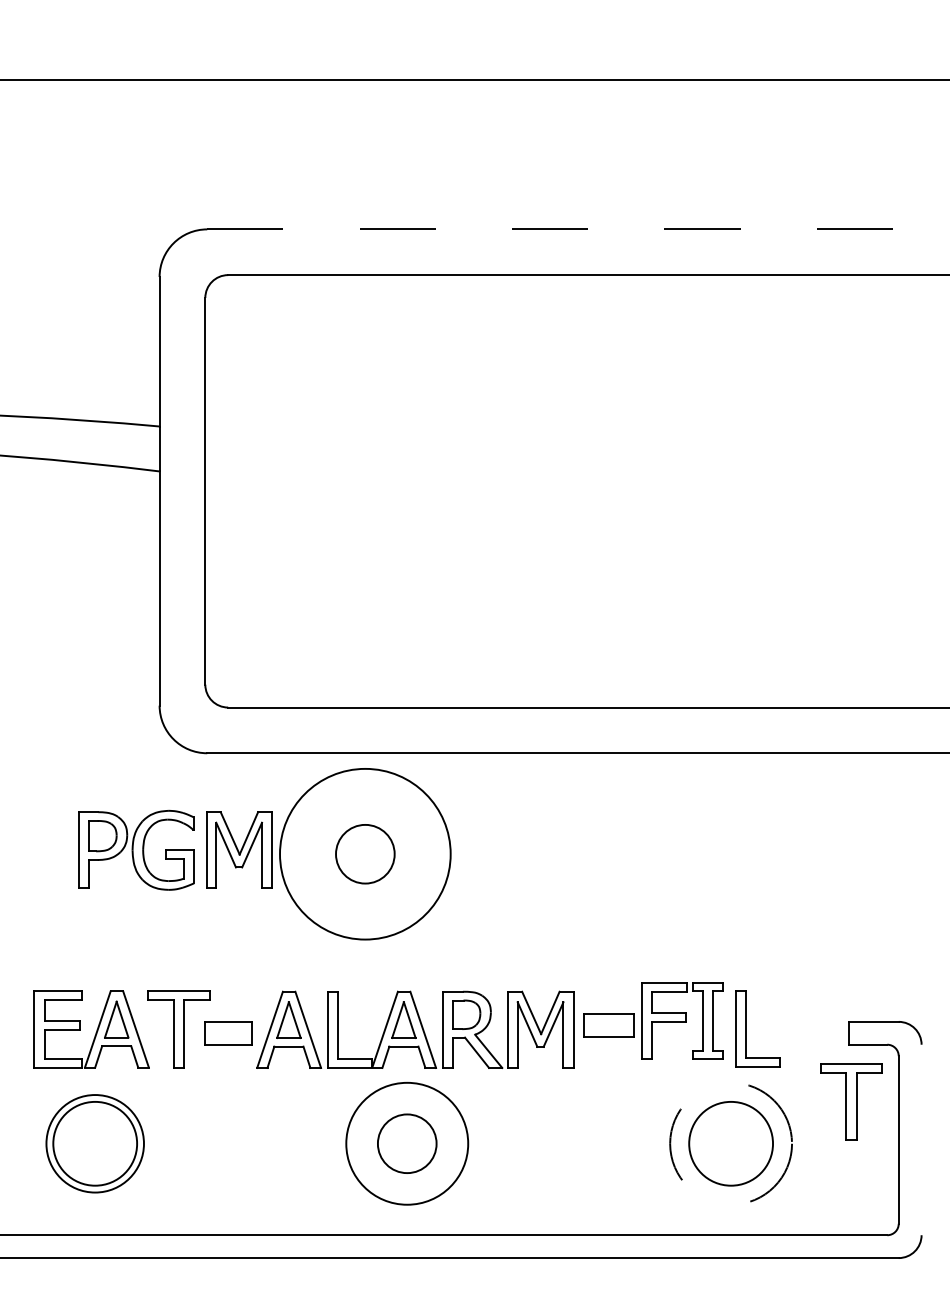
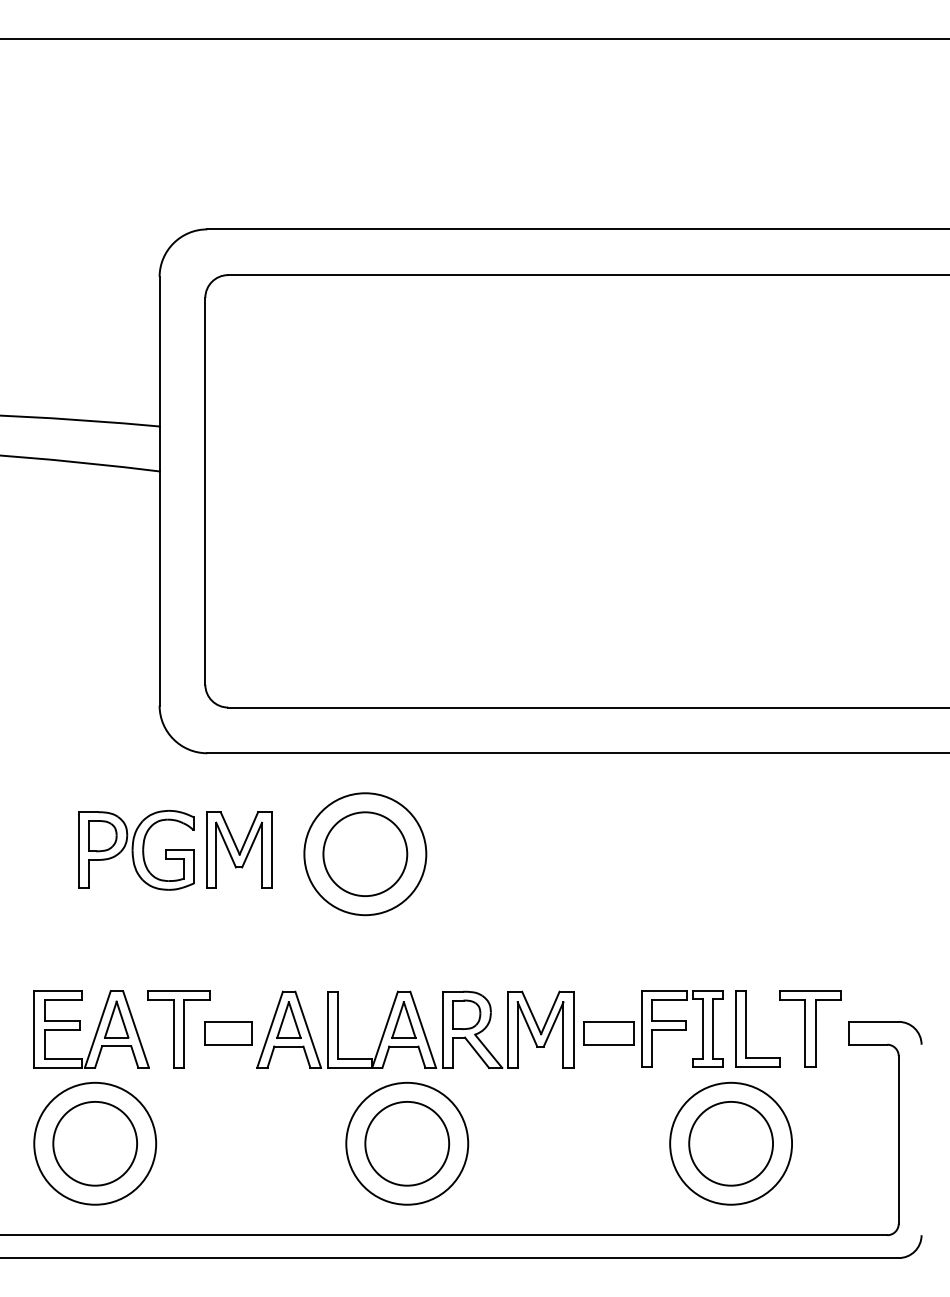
line at (474, 79) position: (474, 79) -> (474, 38)
line at (578, 229): dashed -> solid
circle at (365, 853) diameter: 171 px -> 122 px
circle at (365, 853) diameter: 59 px -> 84 px
part at (653, 1020) position: (653, 1020) -> (653, 1028)
part at (851, 1101) position: (851, 1101) -> (810, 1028)
circle at (94, 1143) diameter: 98 px -> 122 px
circle at (406, 1143) diameter: 59 px -> 84 px
circle at (731, 1143): dashed -> solid
